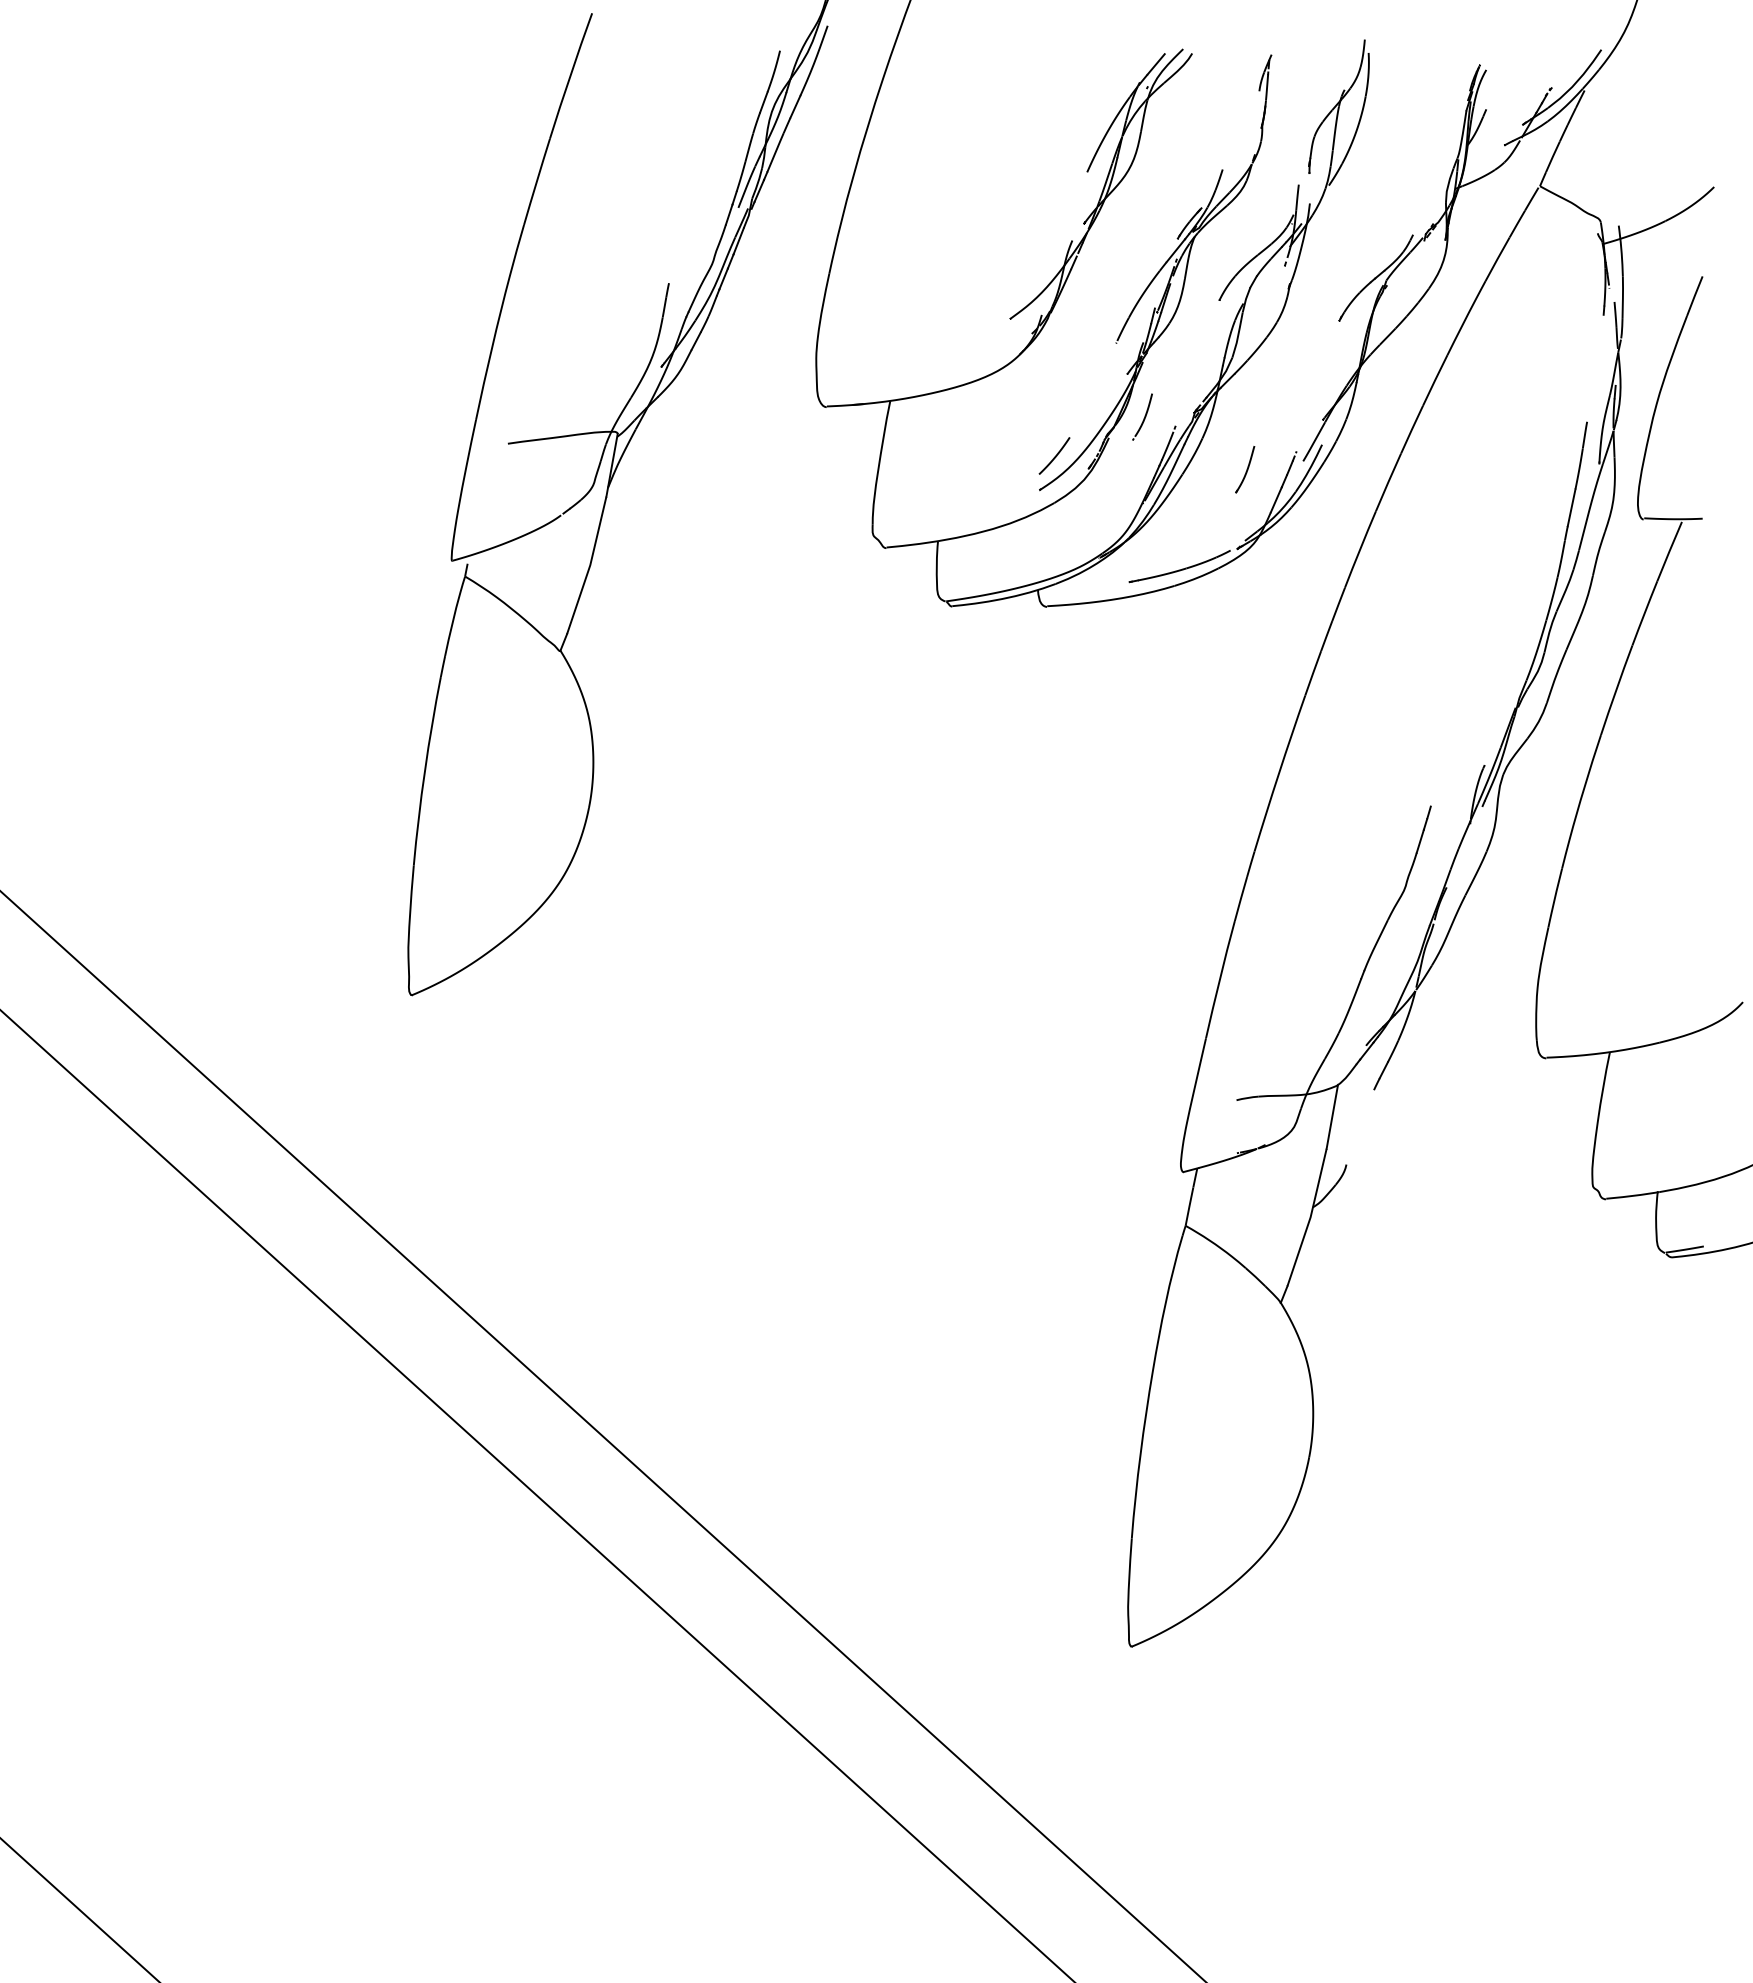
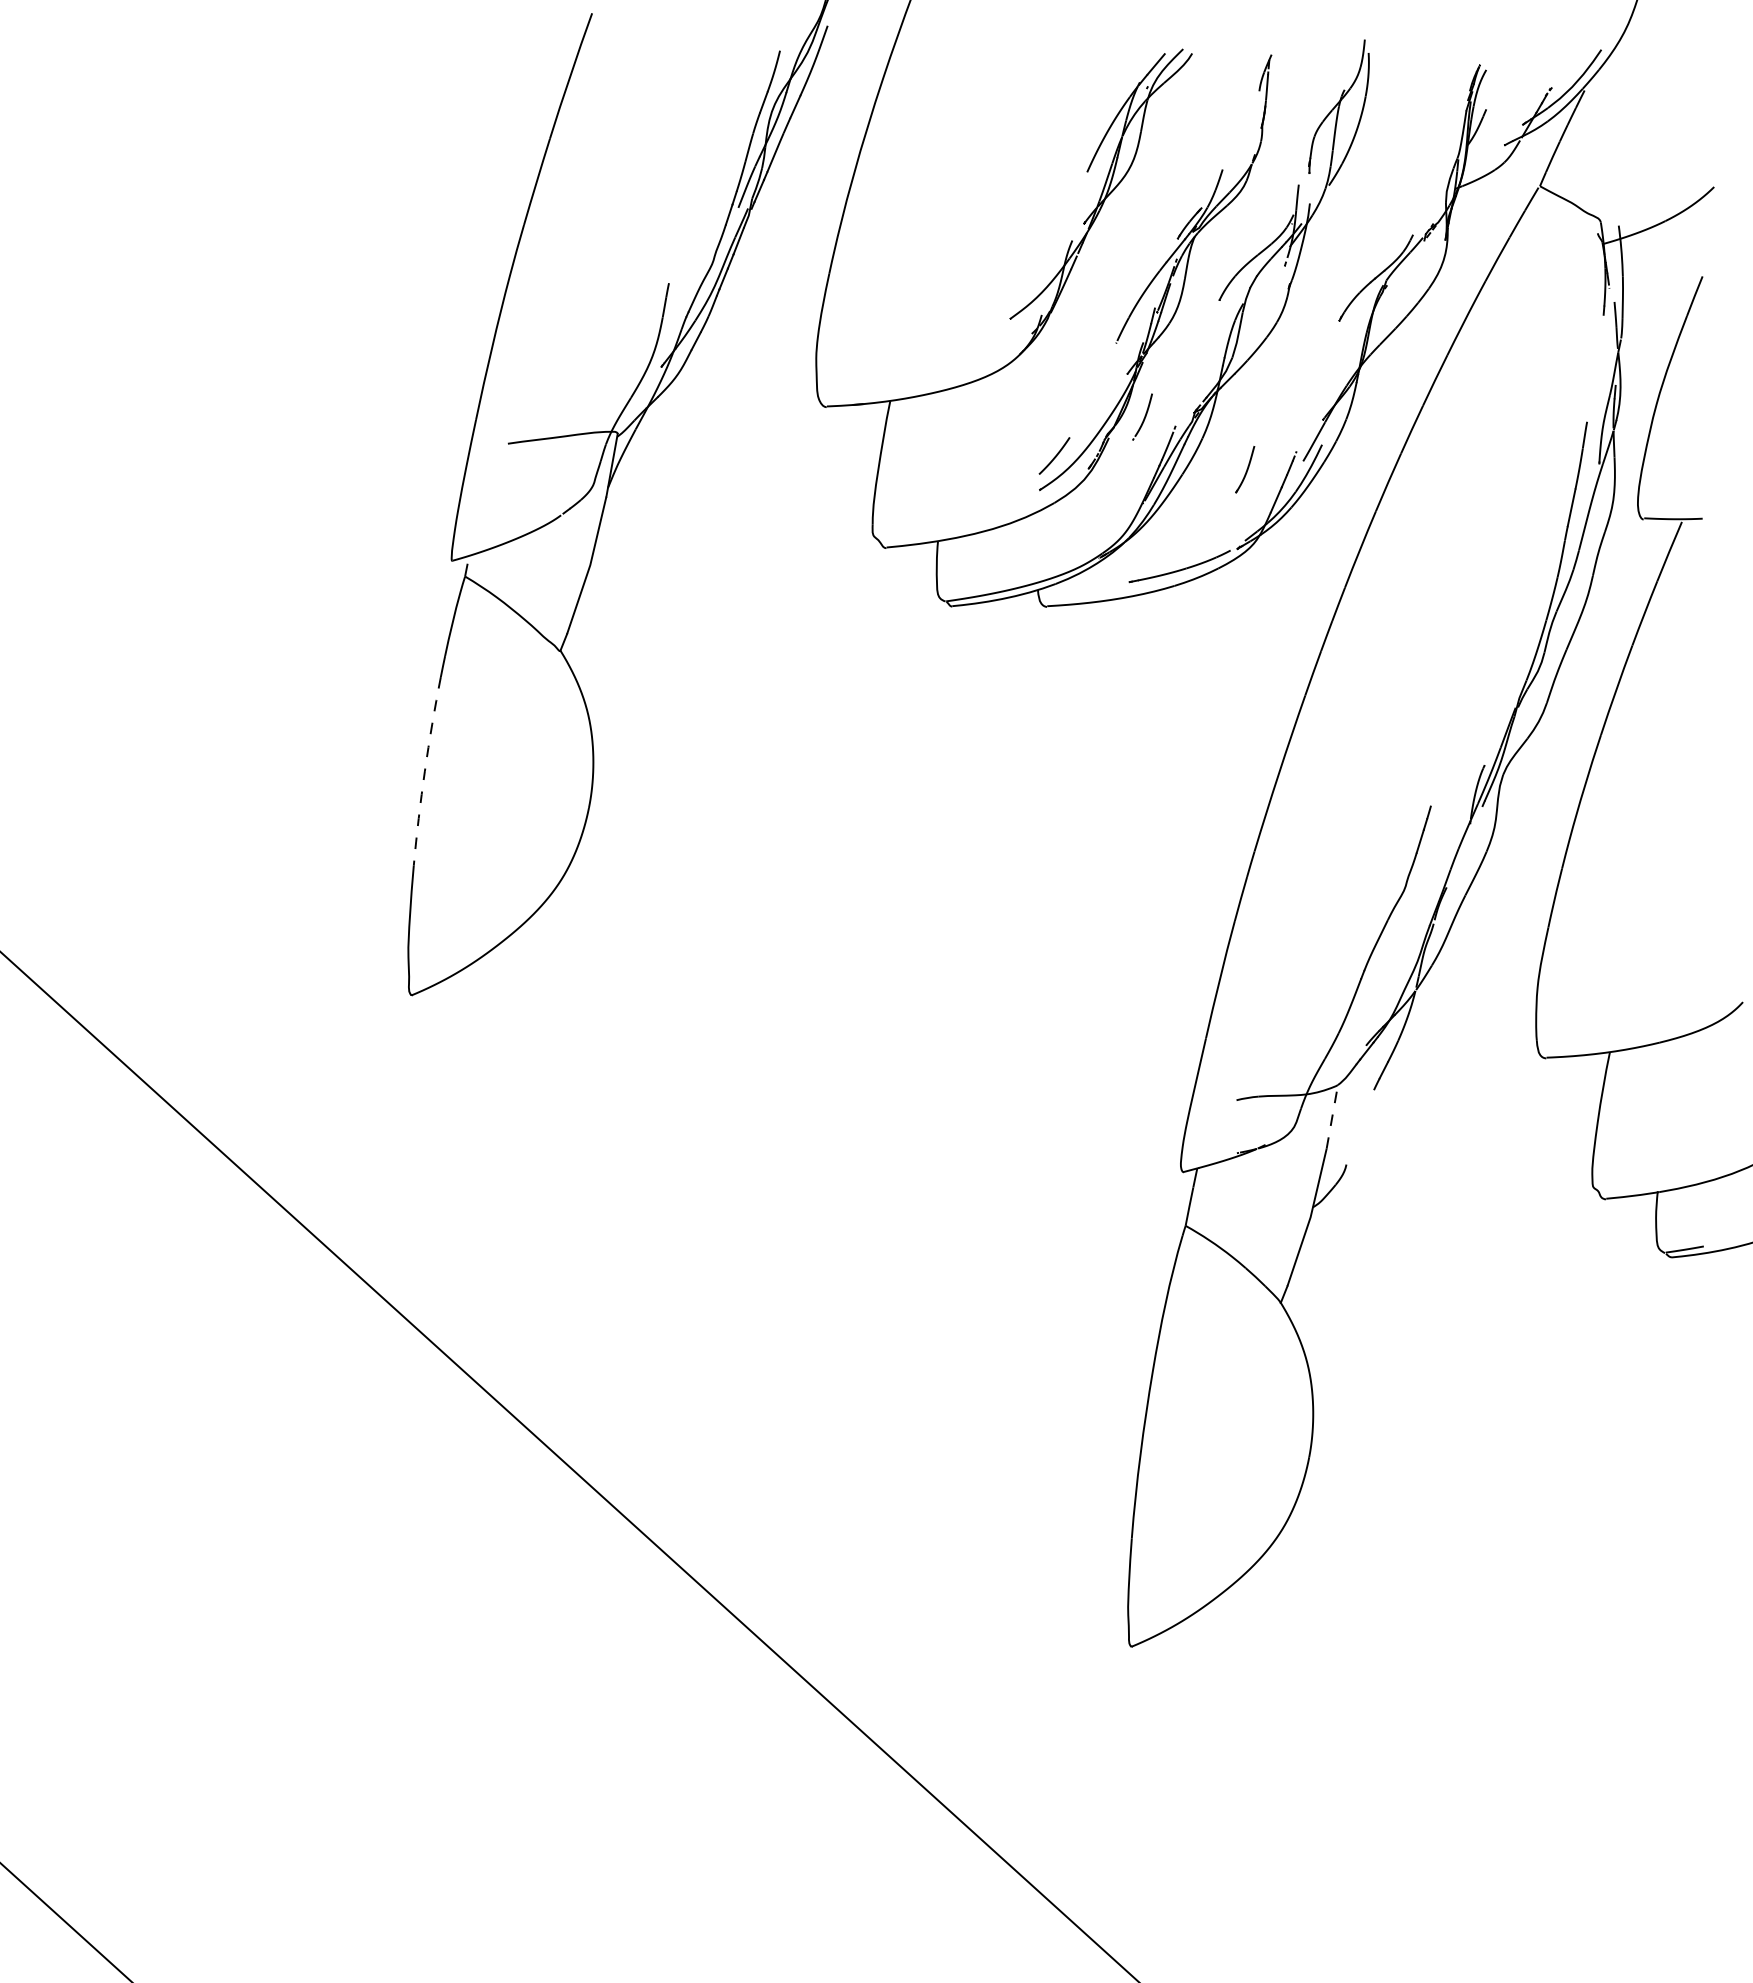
arc at (424, 771): solid -> dashed
line at (1332, 1116): solid -> dashed
line at (602, 1436): present -> none
line at (536, 1495) position: (536, 1495) -> (569, 1466)
line at (79, 1909) position: (79, 1909) -> (65, 1921)
